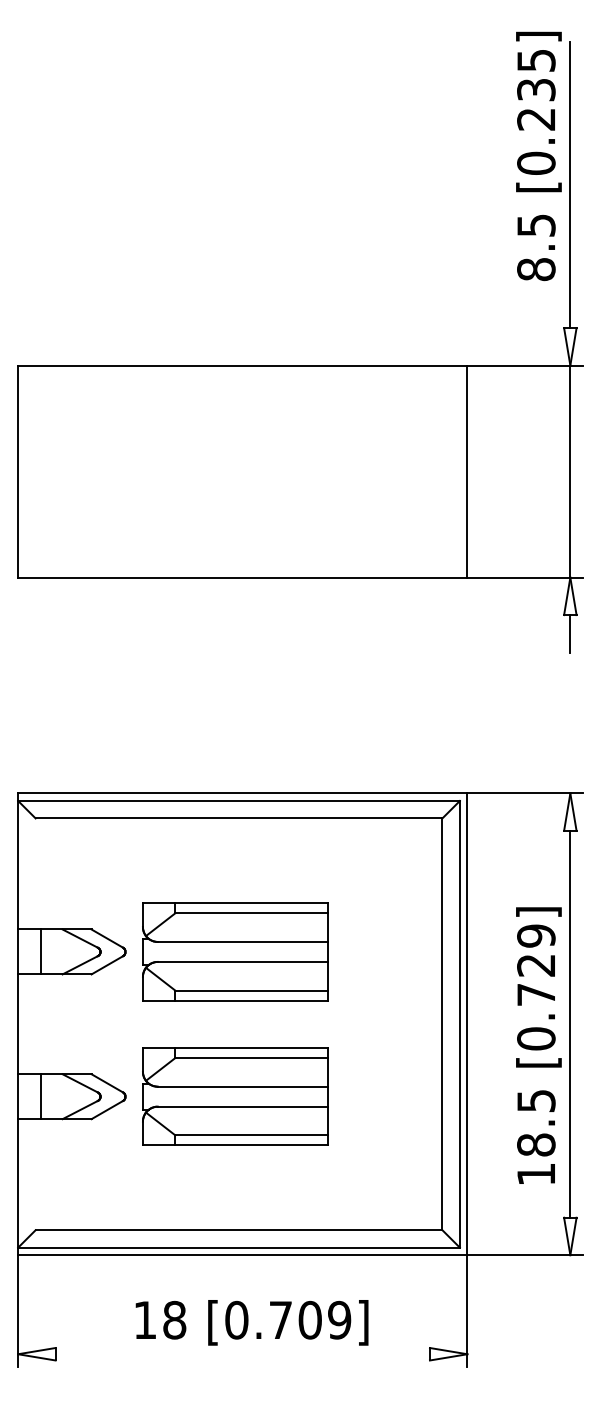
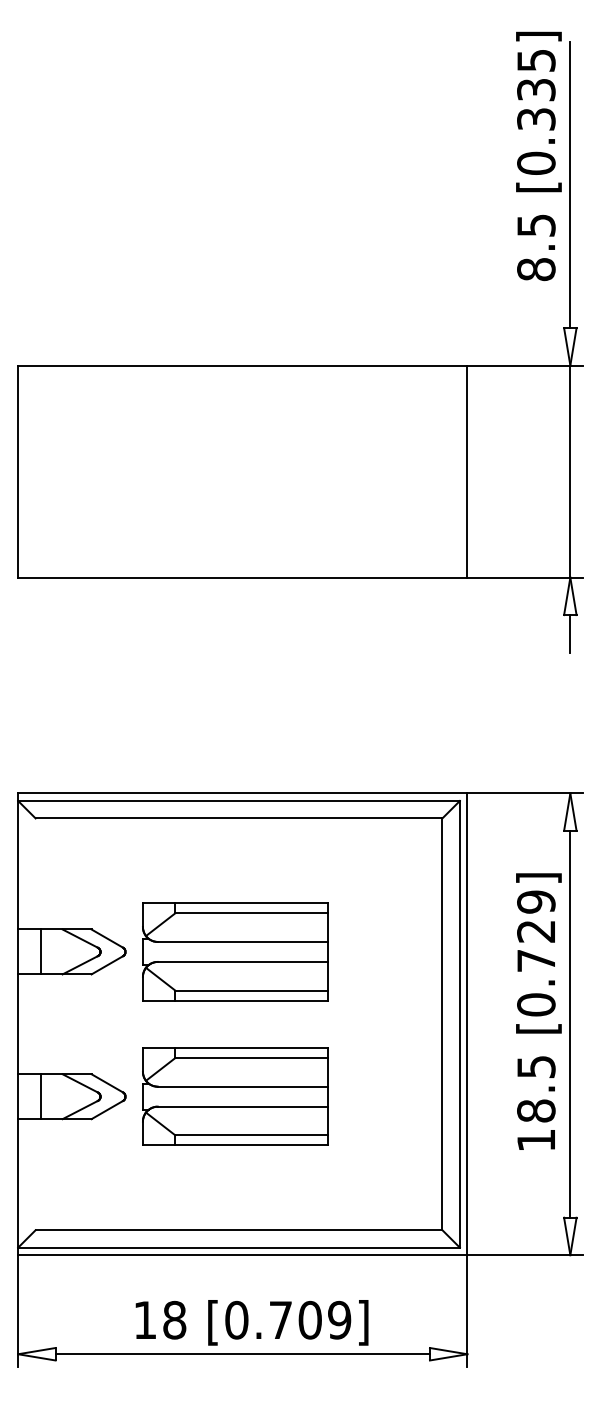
text at (536, 119): [0.235] -> [0.335]
text at (538, 1045) position: (538, 1045) -> (538, 1011)
line at (242, 1354): none -> present
